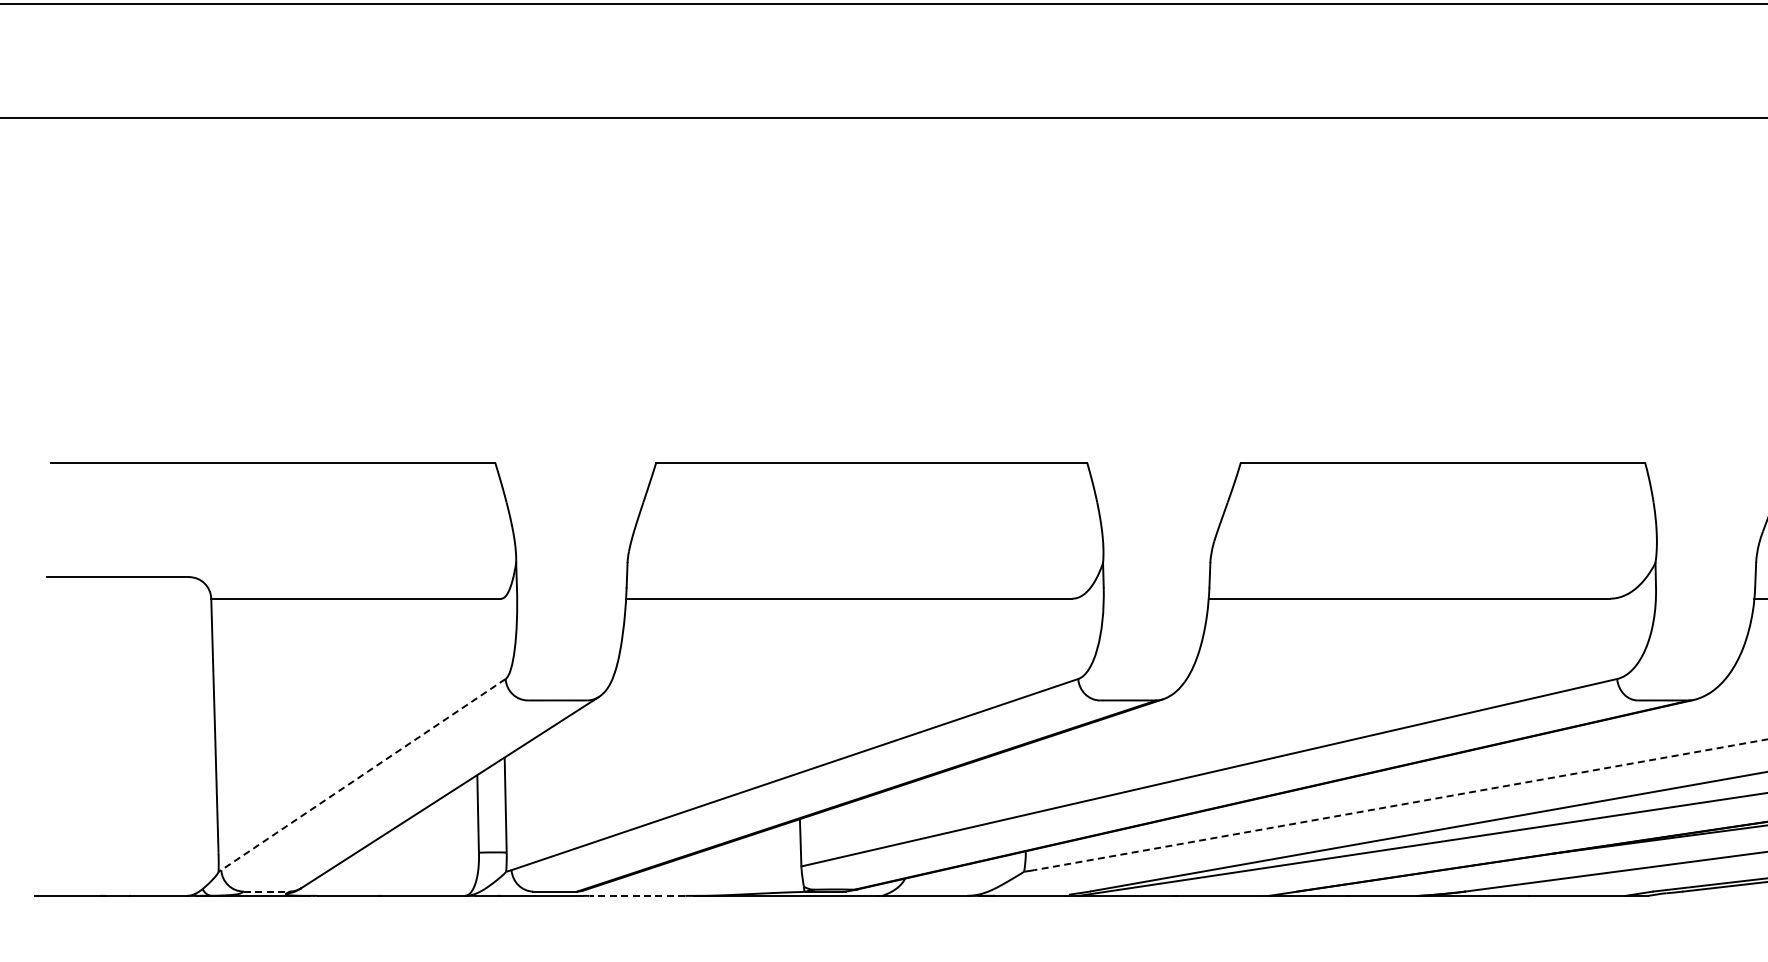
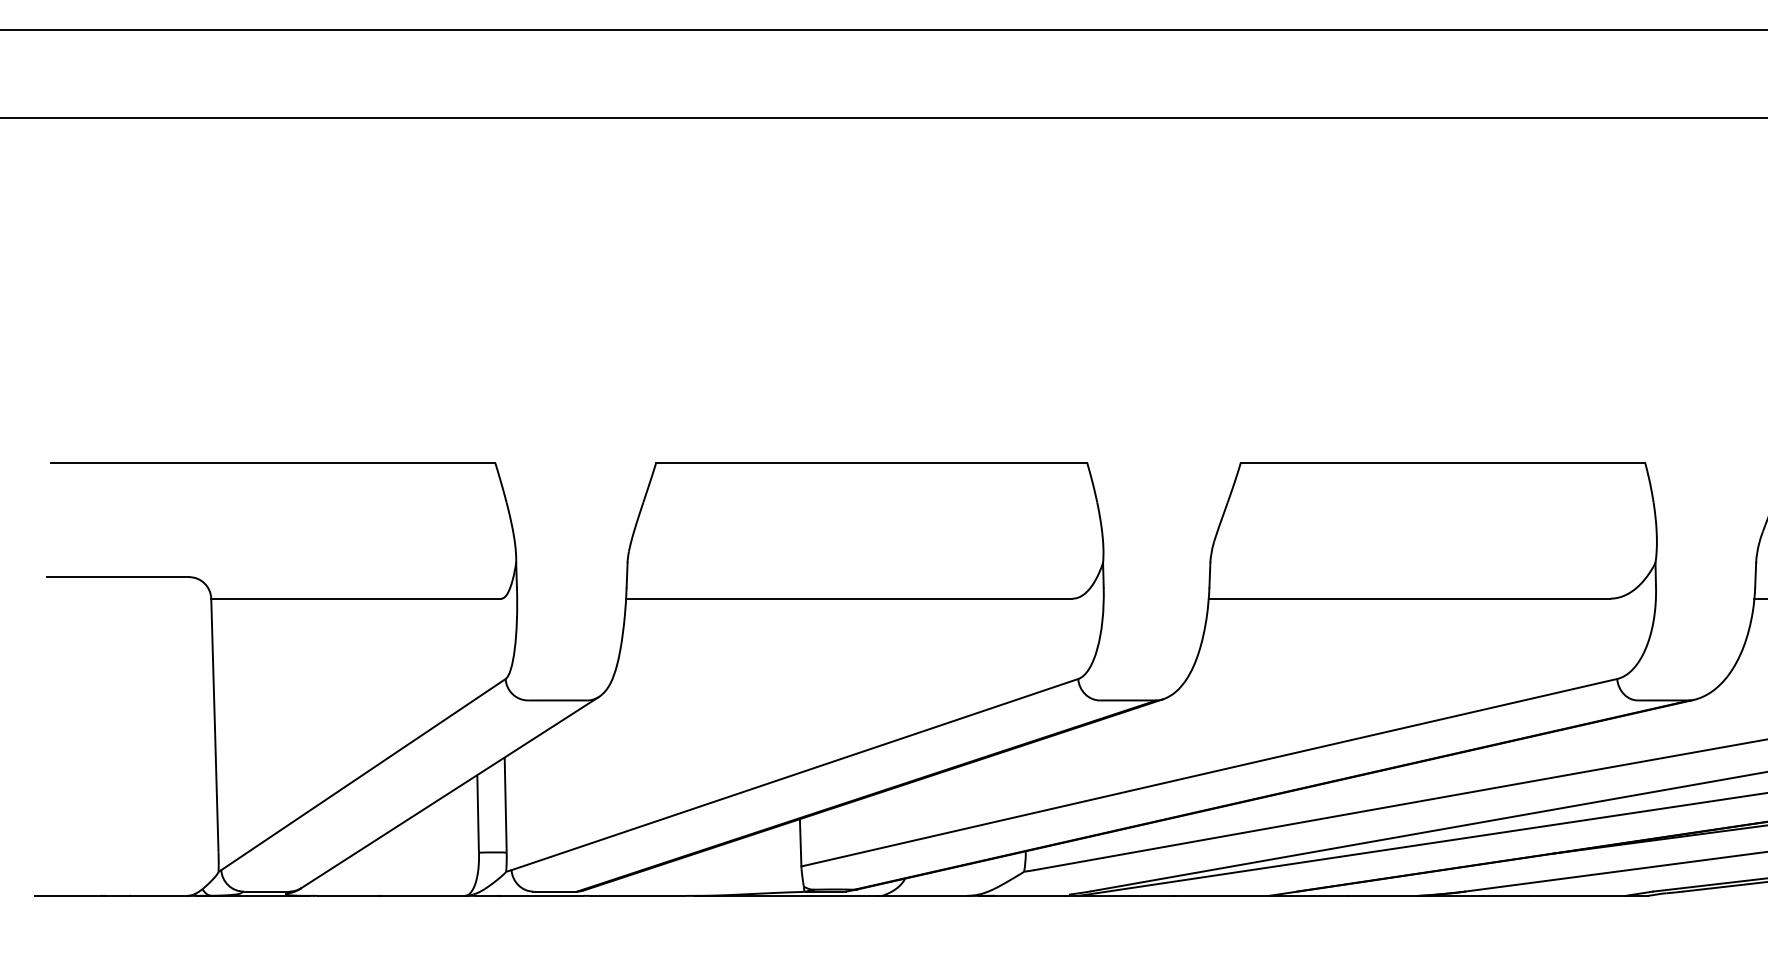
line at (883, 4) position: (883, 4) -> (883, 30)
line at (363, 774): dashed -> solid
line at (1400, 804): dashed -> solid
line at (266, 891): dashed -> solid
line at (637, 895): dashed -> solid
